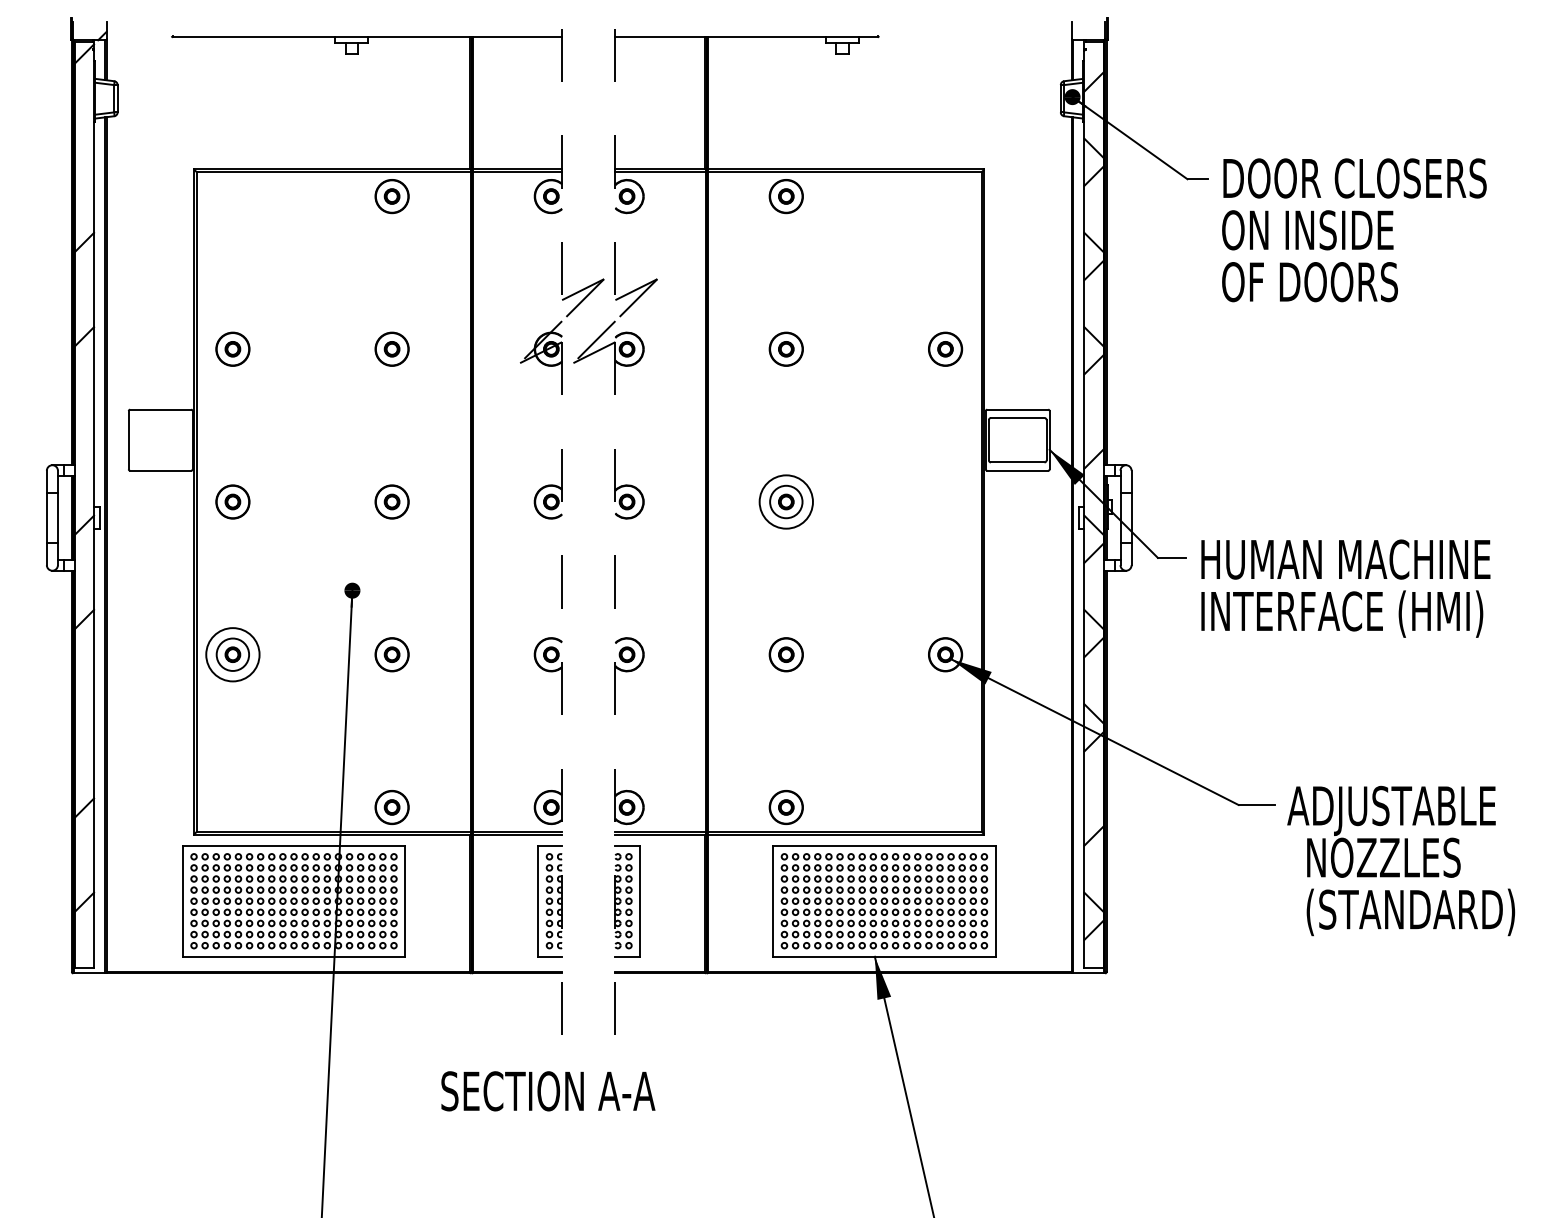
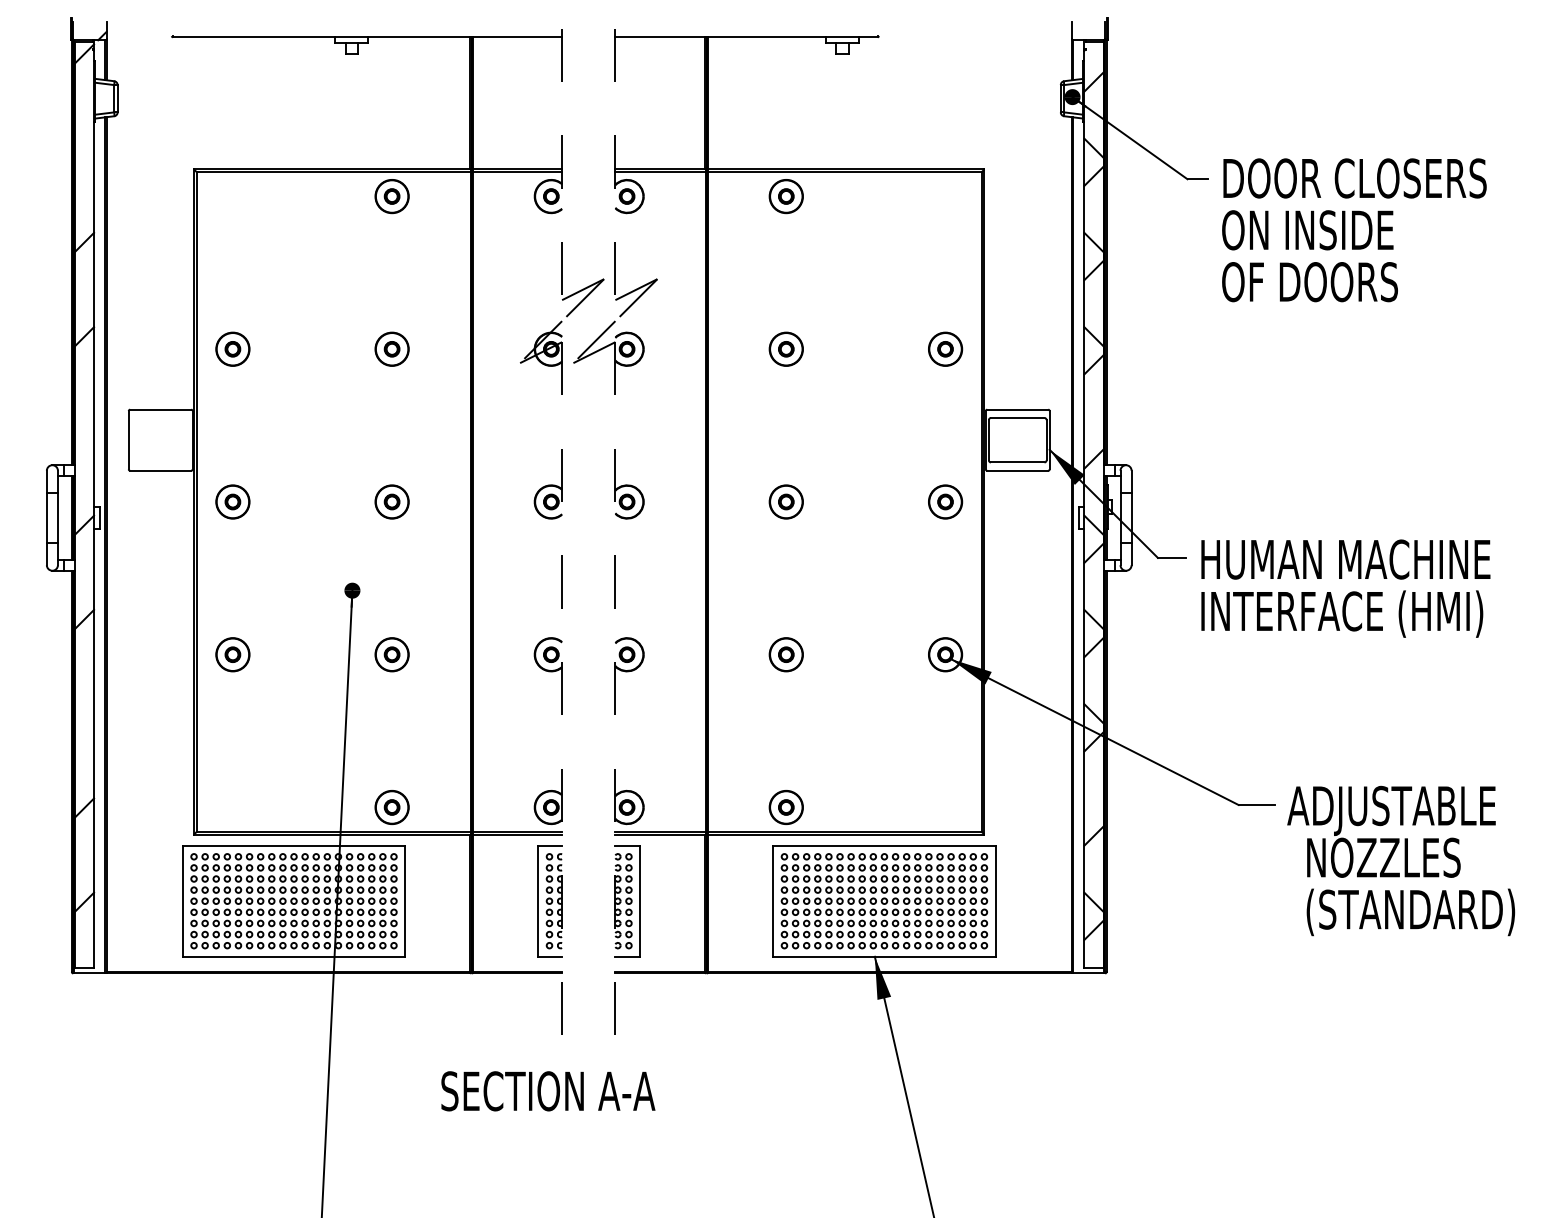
circle at (785, 501) diameter: 53 px -> 33 px
part at (945, 501): none -> present
circle at (232, 654) diameter: 53 px -> 33 px
